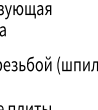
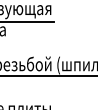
line at (27, 22): none -> present
line at (48, 75): none -> present
